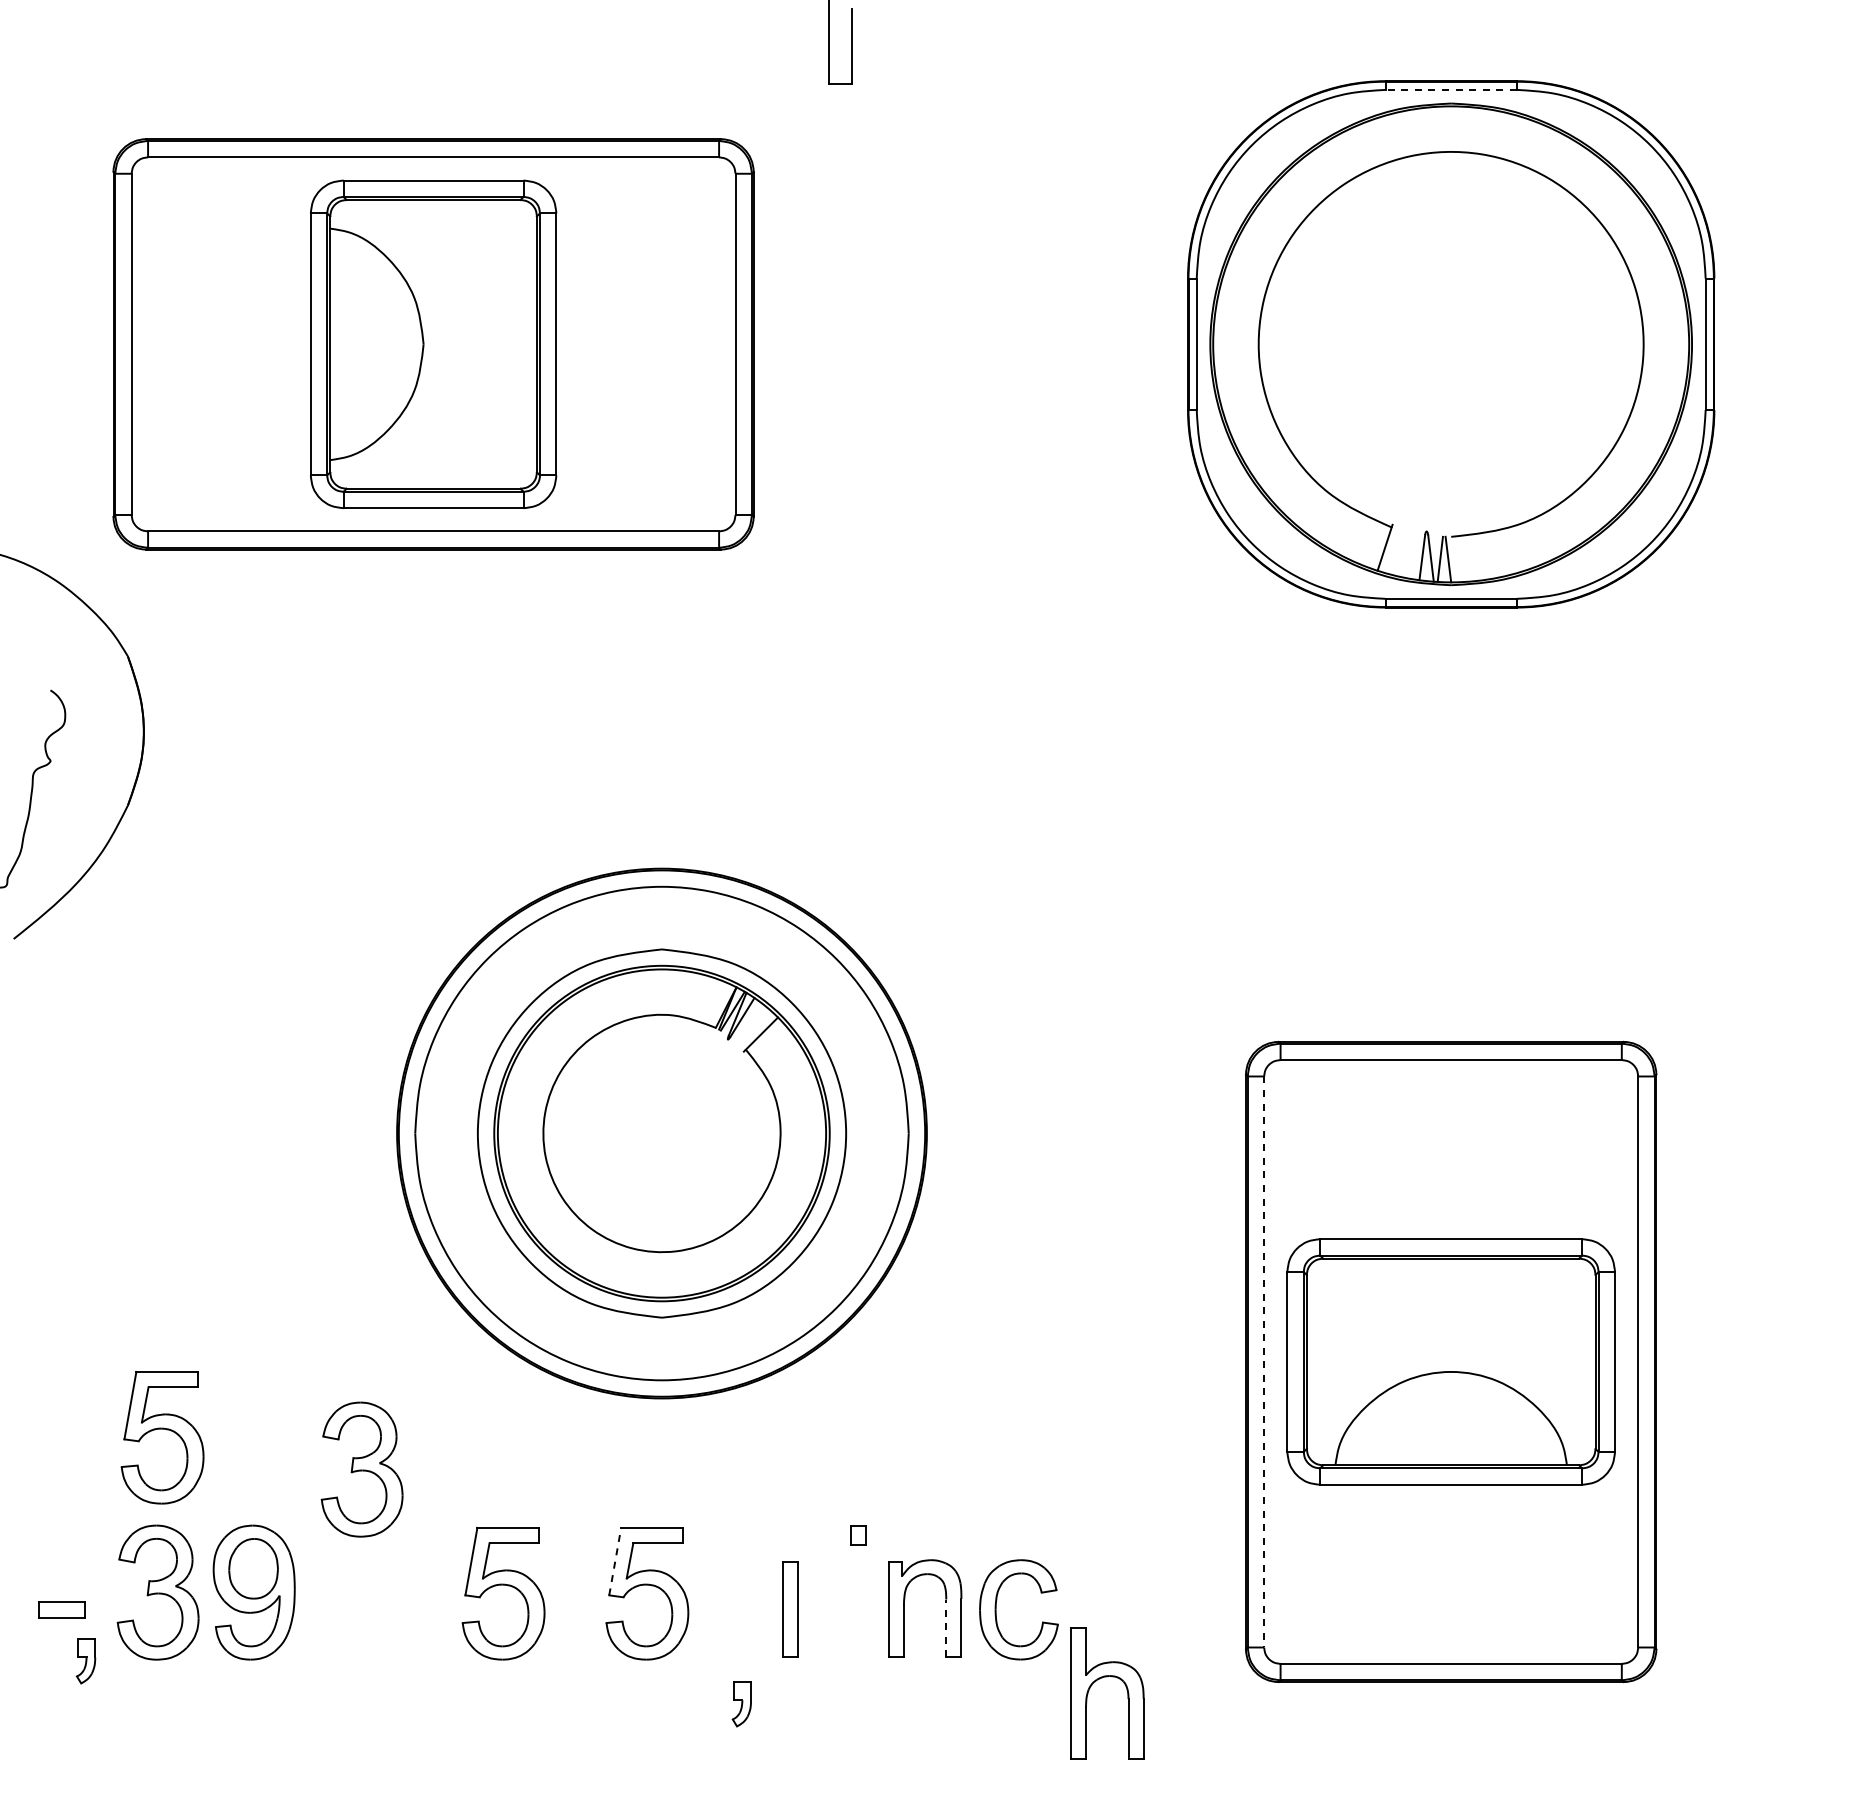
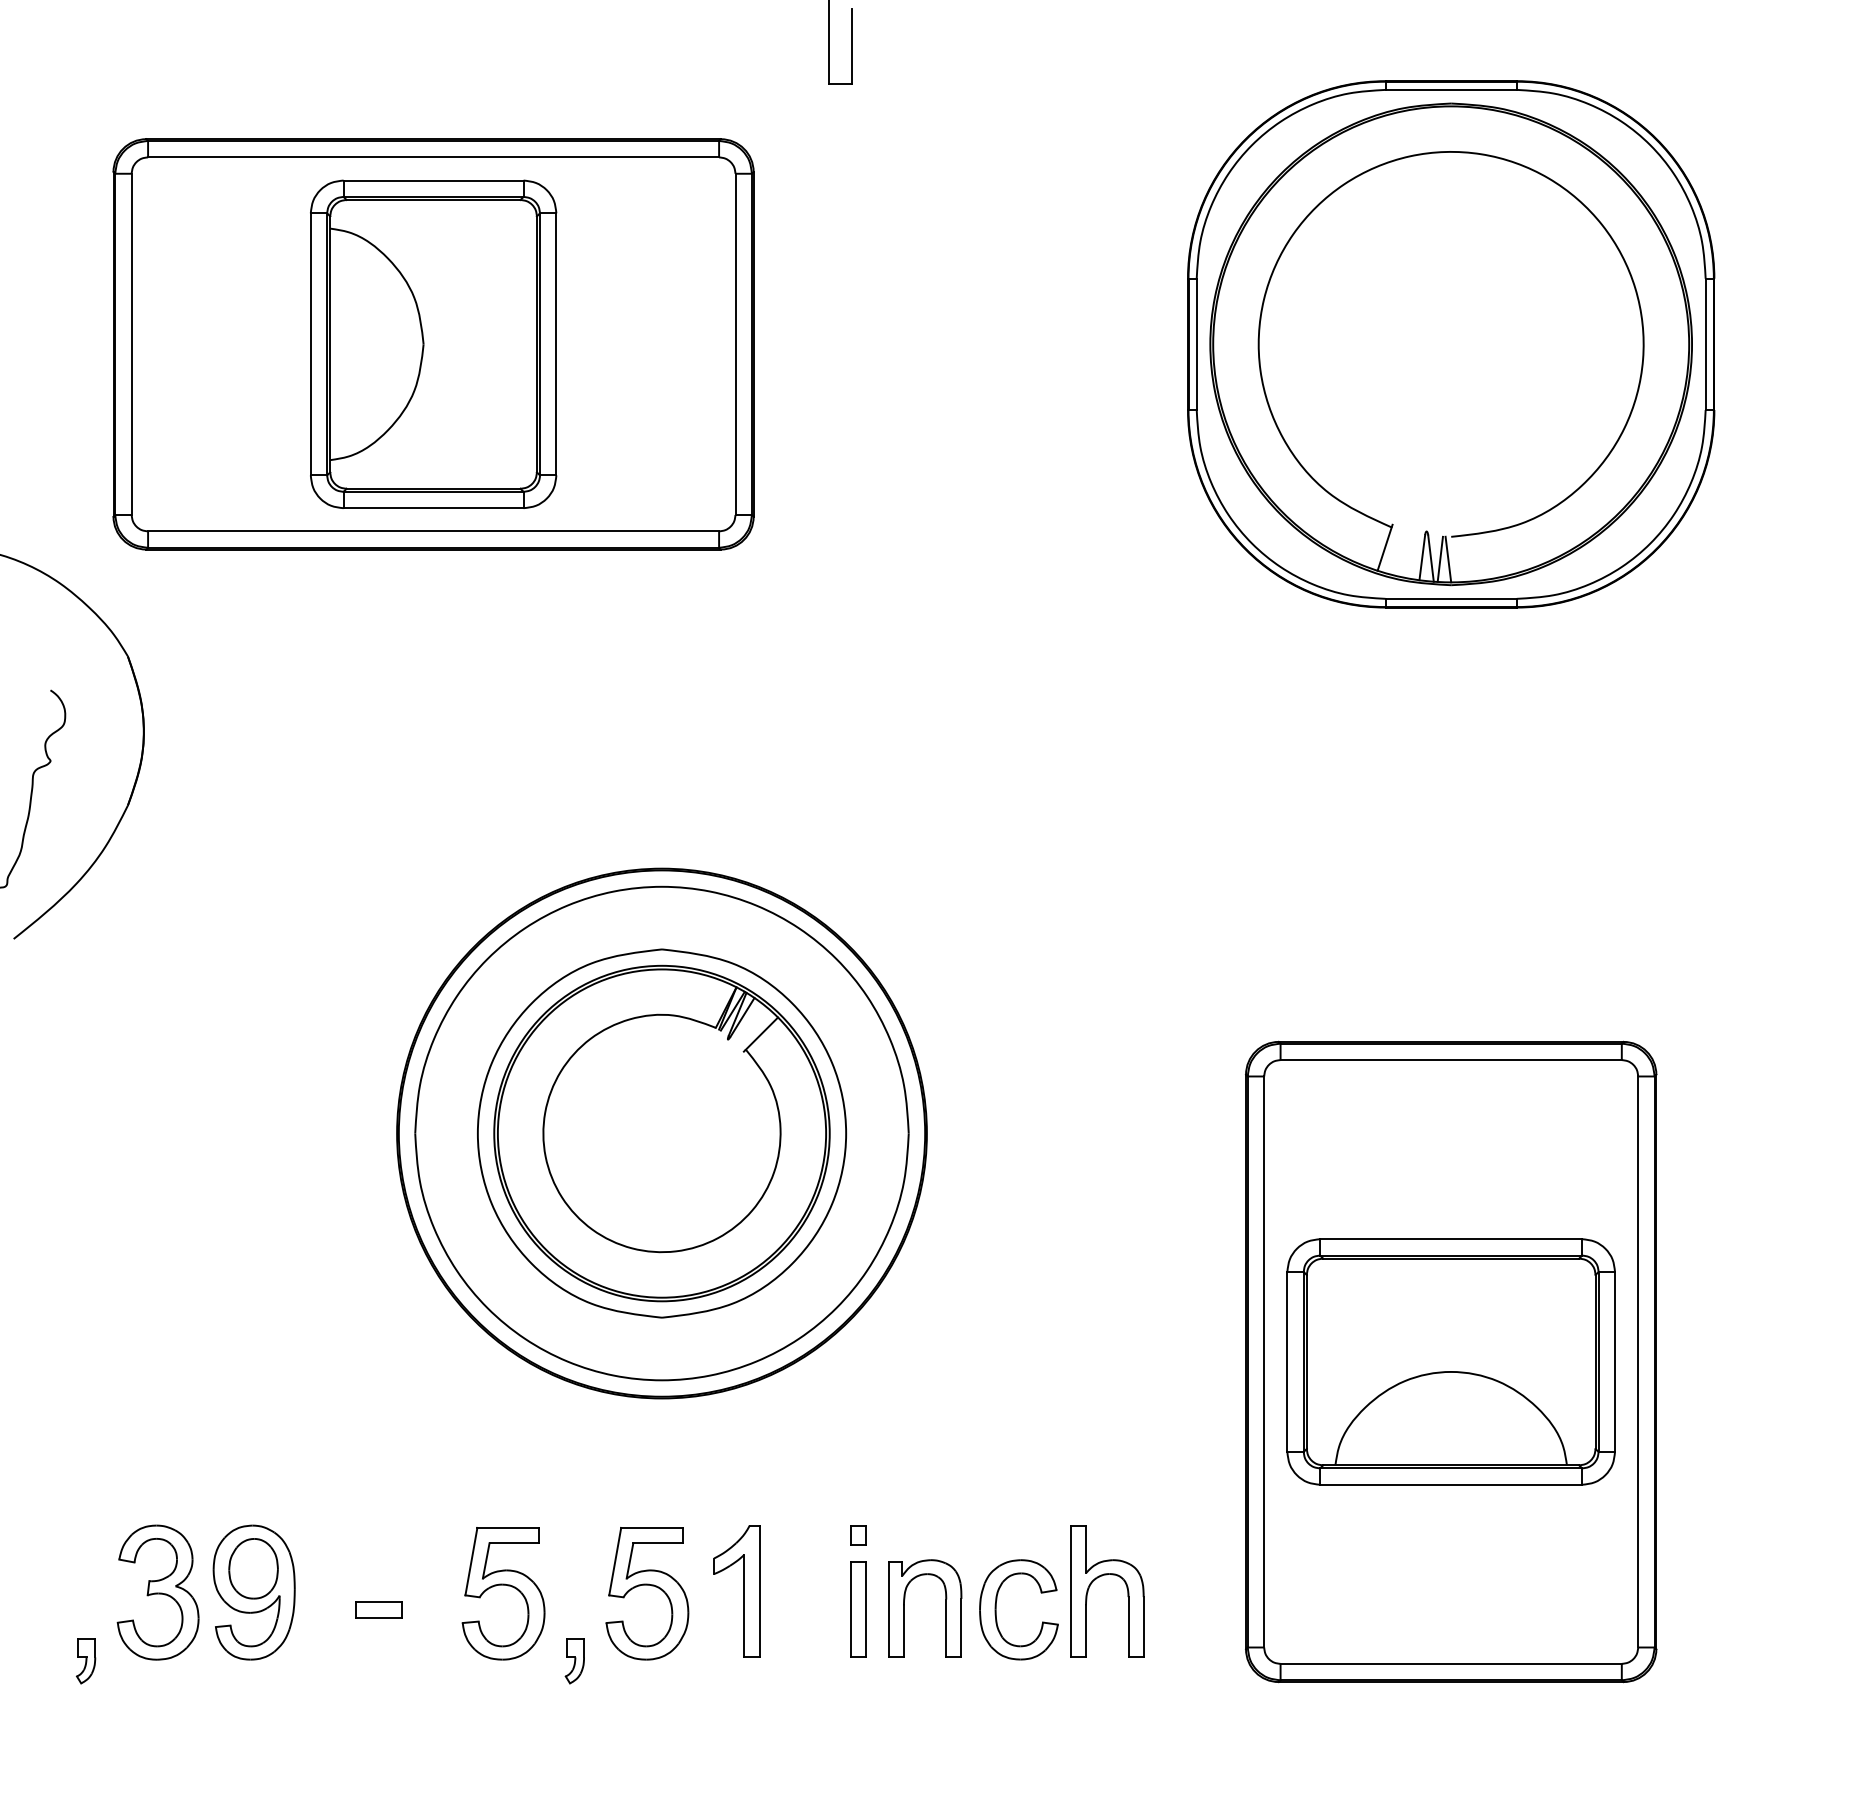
line at (1451, 89): dashed -> solid
line at (1264, 1361): dashed -> solid
part at (162, 1429): present -> none
part at (361, 1469): present -> none
line at (615, 1561): dashed -> solid
part at (743, 1591): none -> present
part at (61, 1609) position: (61, 1609) -> (378, 1609)
part at (790, 1609) position: (790, 1609) -> (858, 1609)
line at (946, 1628): dashed -> solid
part at (1102, 1678) position: (1102, 1678) -> (1102, 1576)
part at (741, 1704) position: (741, 1704) -> (574, 1661)
